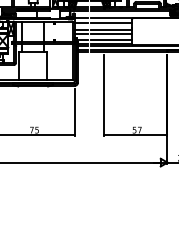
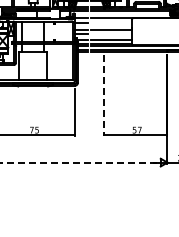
line at (111, 23): present -> none
line at (111, 33): present -> none
line at (104, 95): solid -> dashed
line at (80, 162): solid -> dashed
